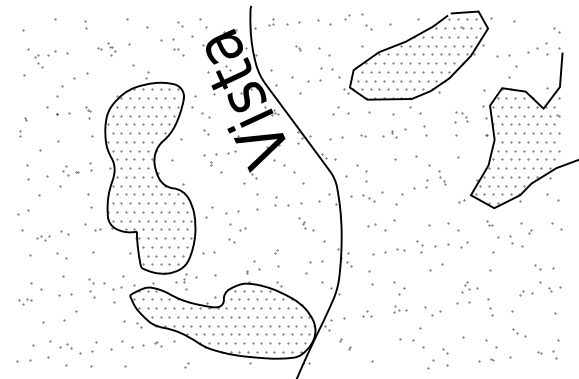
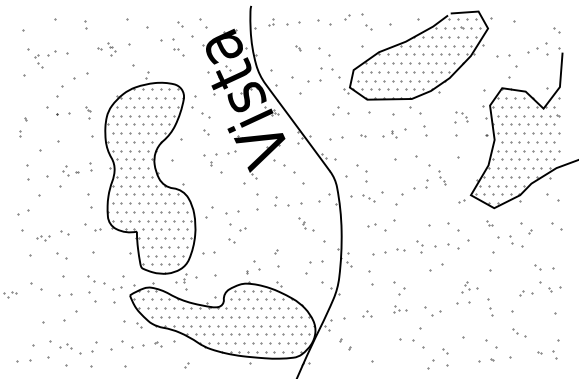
part at (464, 244) size: 9x8 px -> 13x11 px
part at (91, 288) size: 8x21 px -> 10x28 px
part at (25, 301) position: (25, 301) -> (10, 294)
